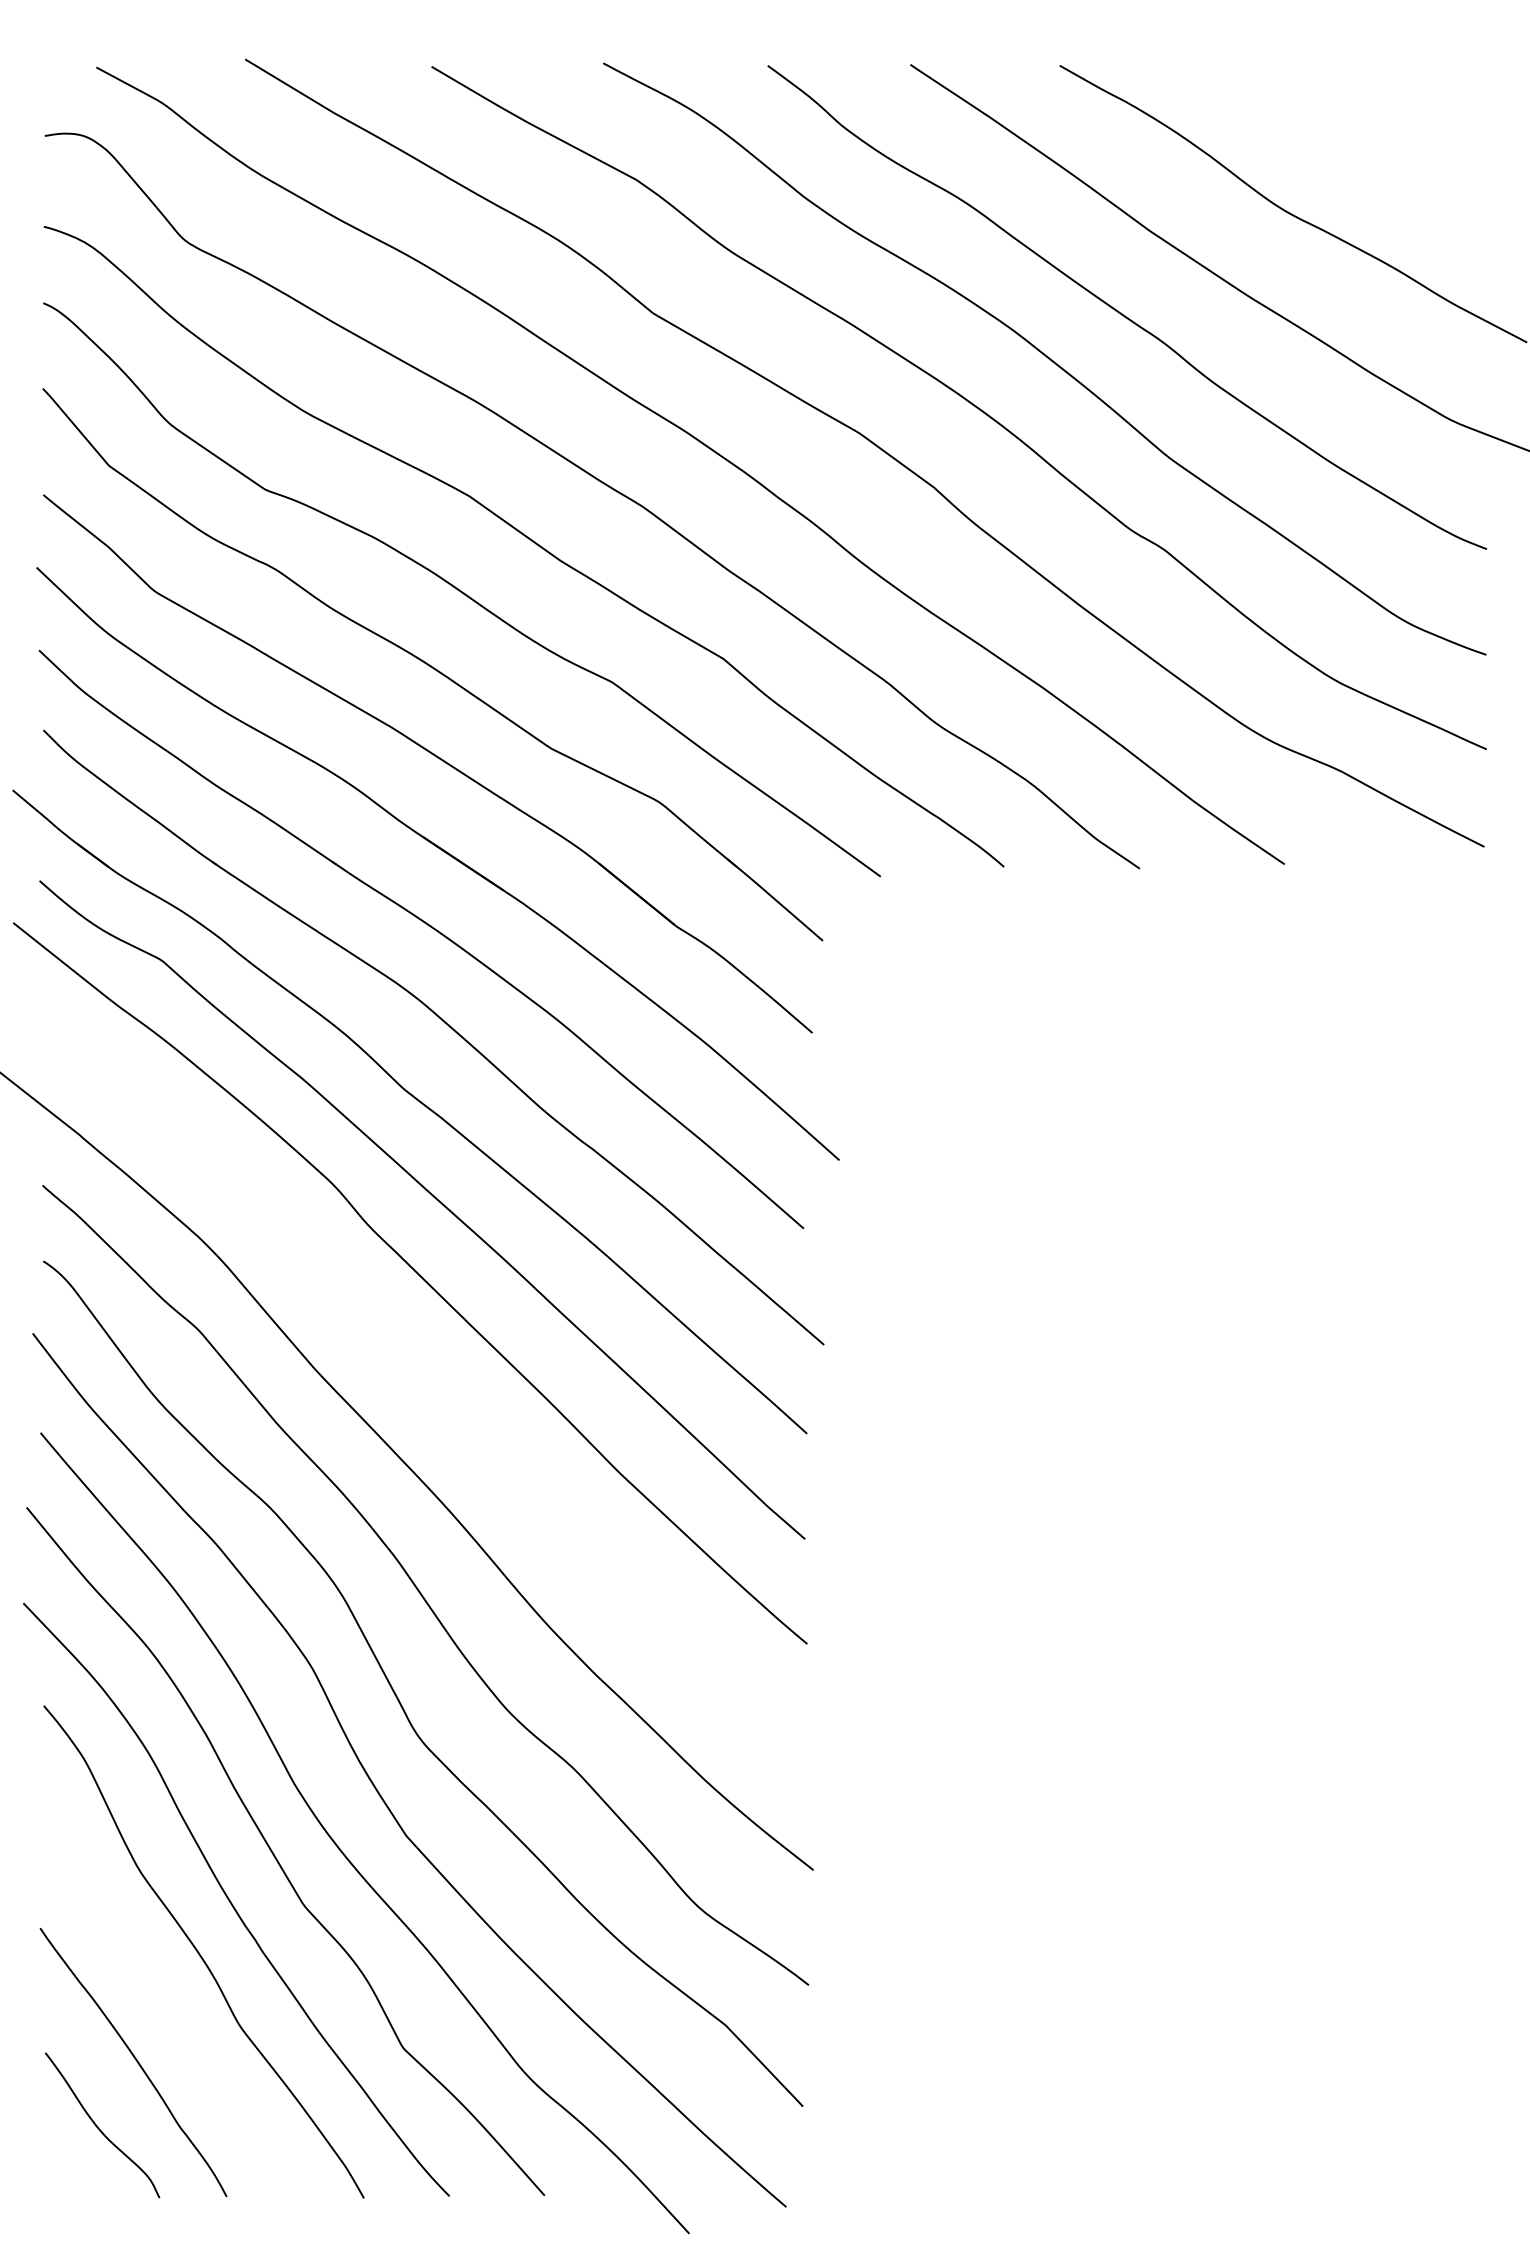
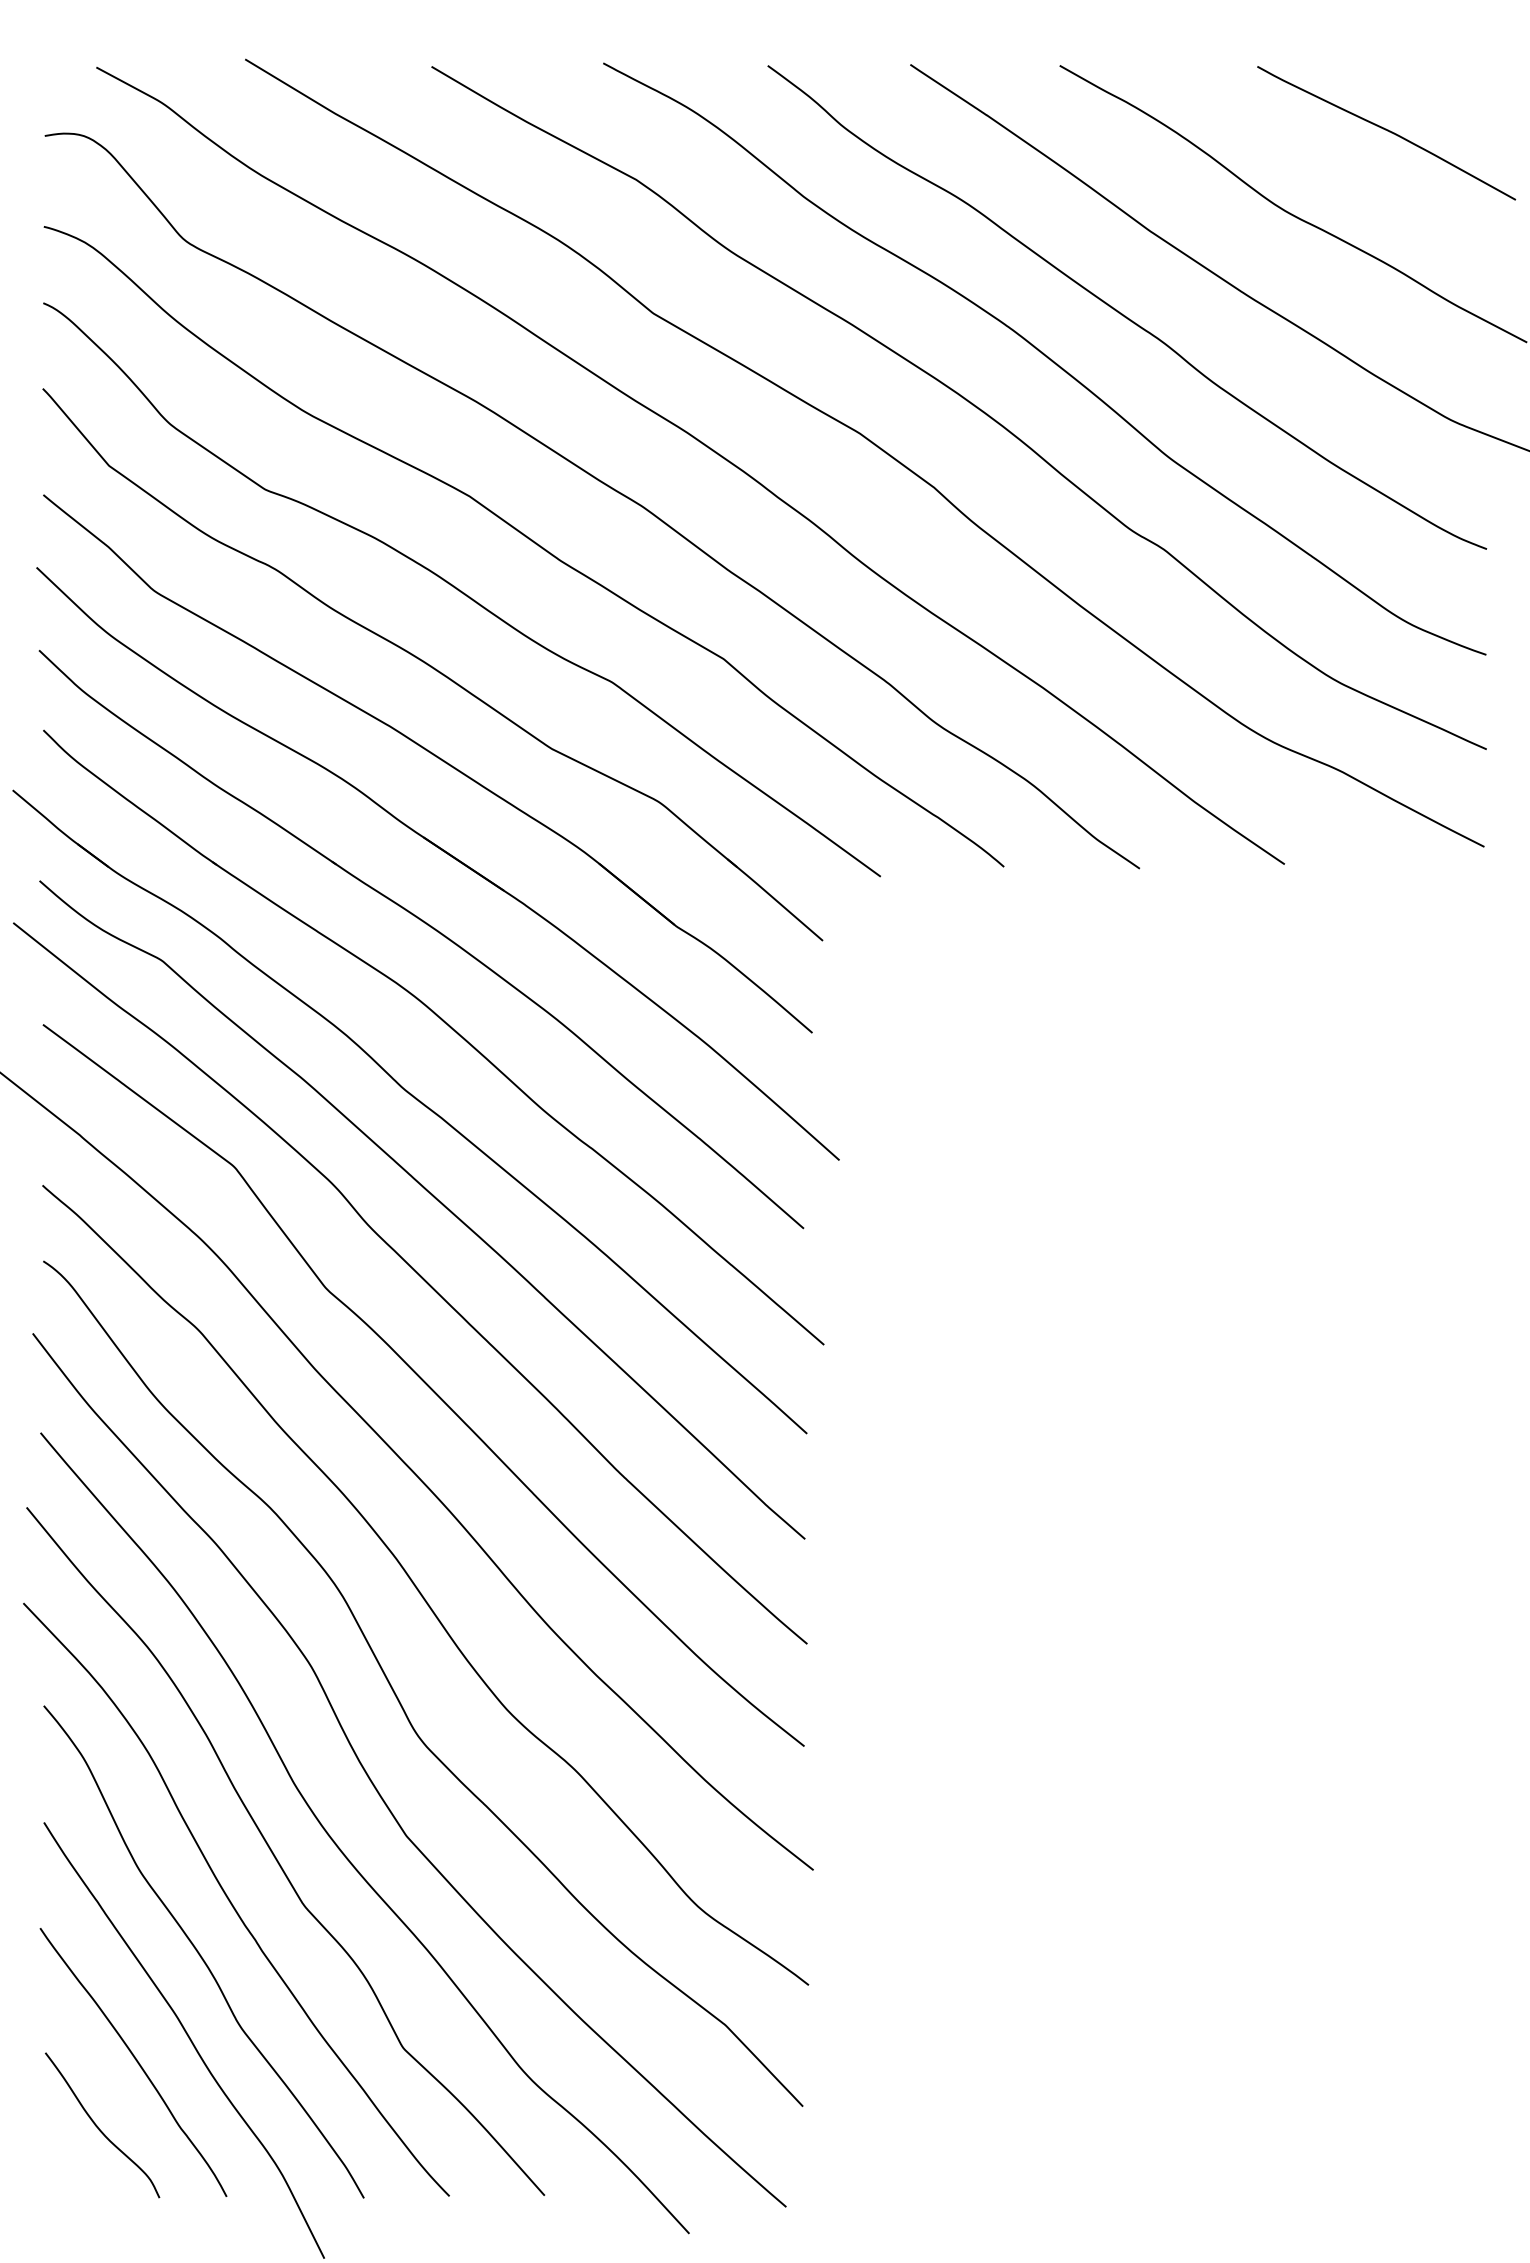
curve at (1387, 131): none -> present
curve at (424, 1383): none -> present
curve at (188, 2038): none -> present
